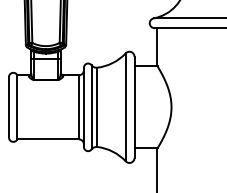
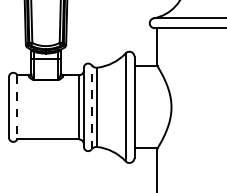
line at (91, 106): solid -> dashed
line at (17, 107): solid -> dashed
